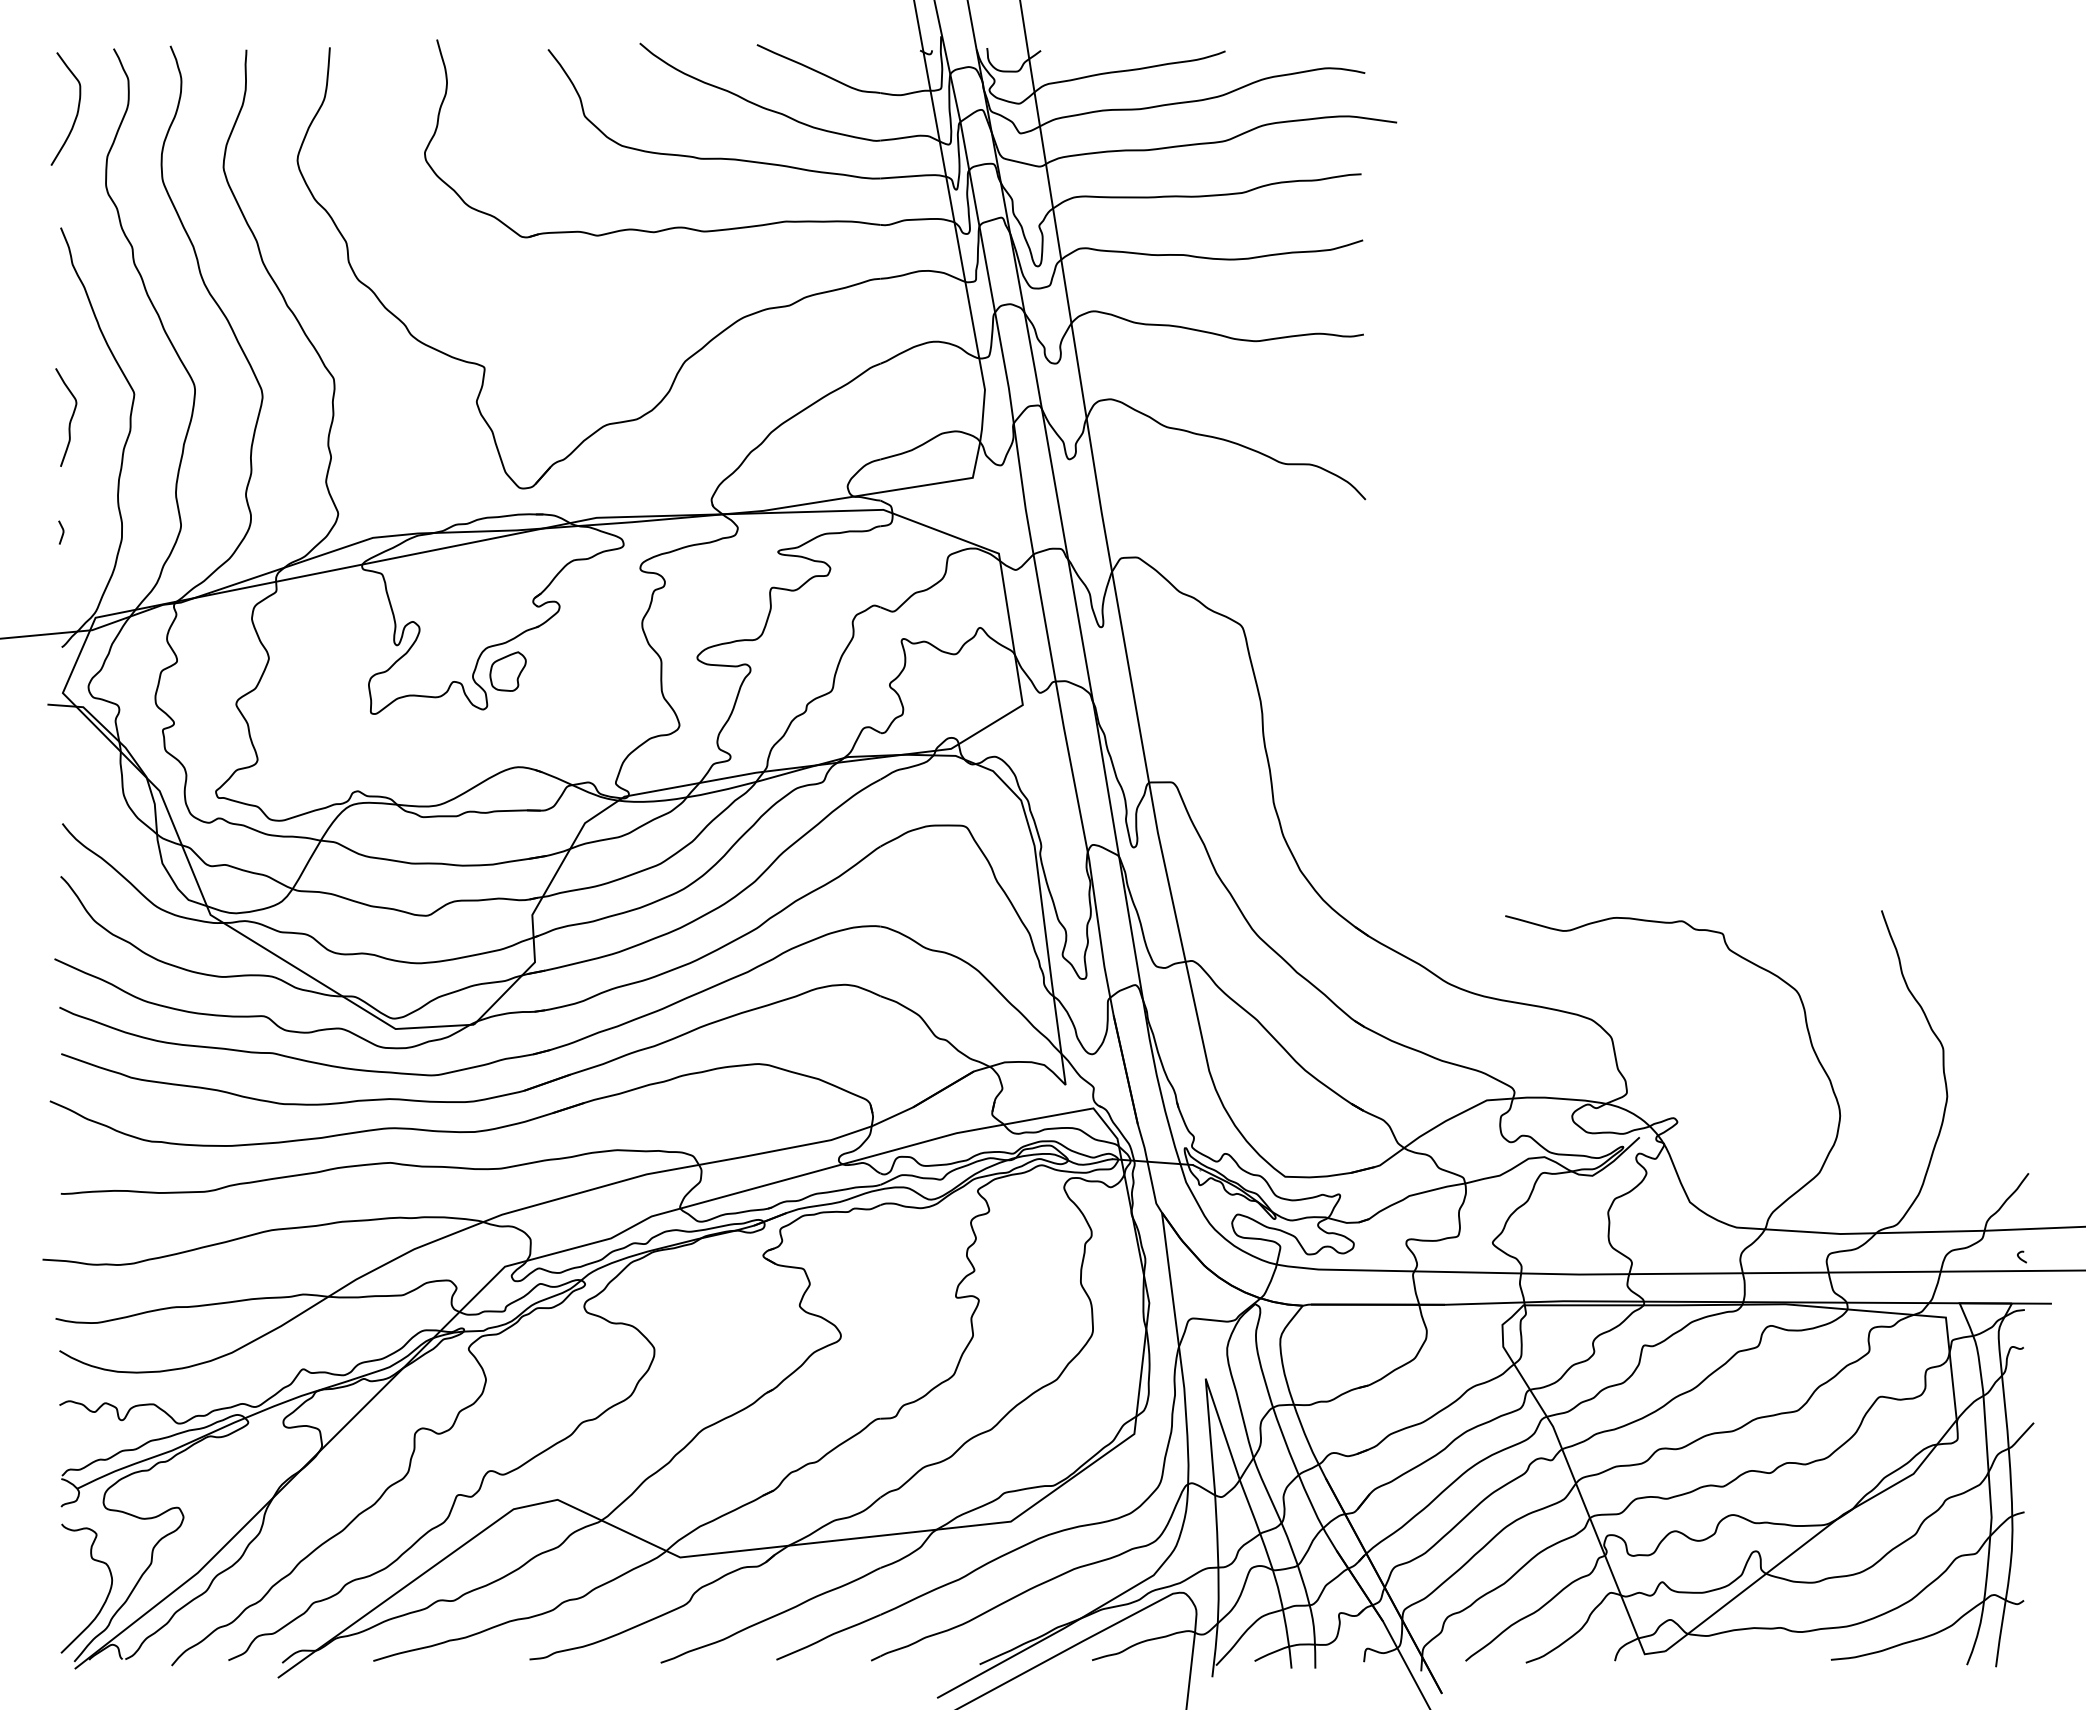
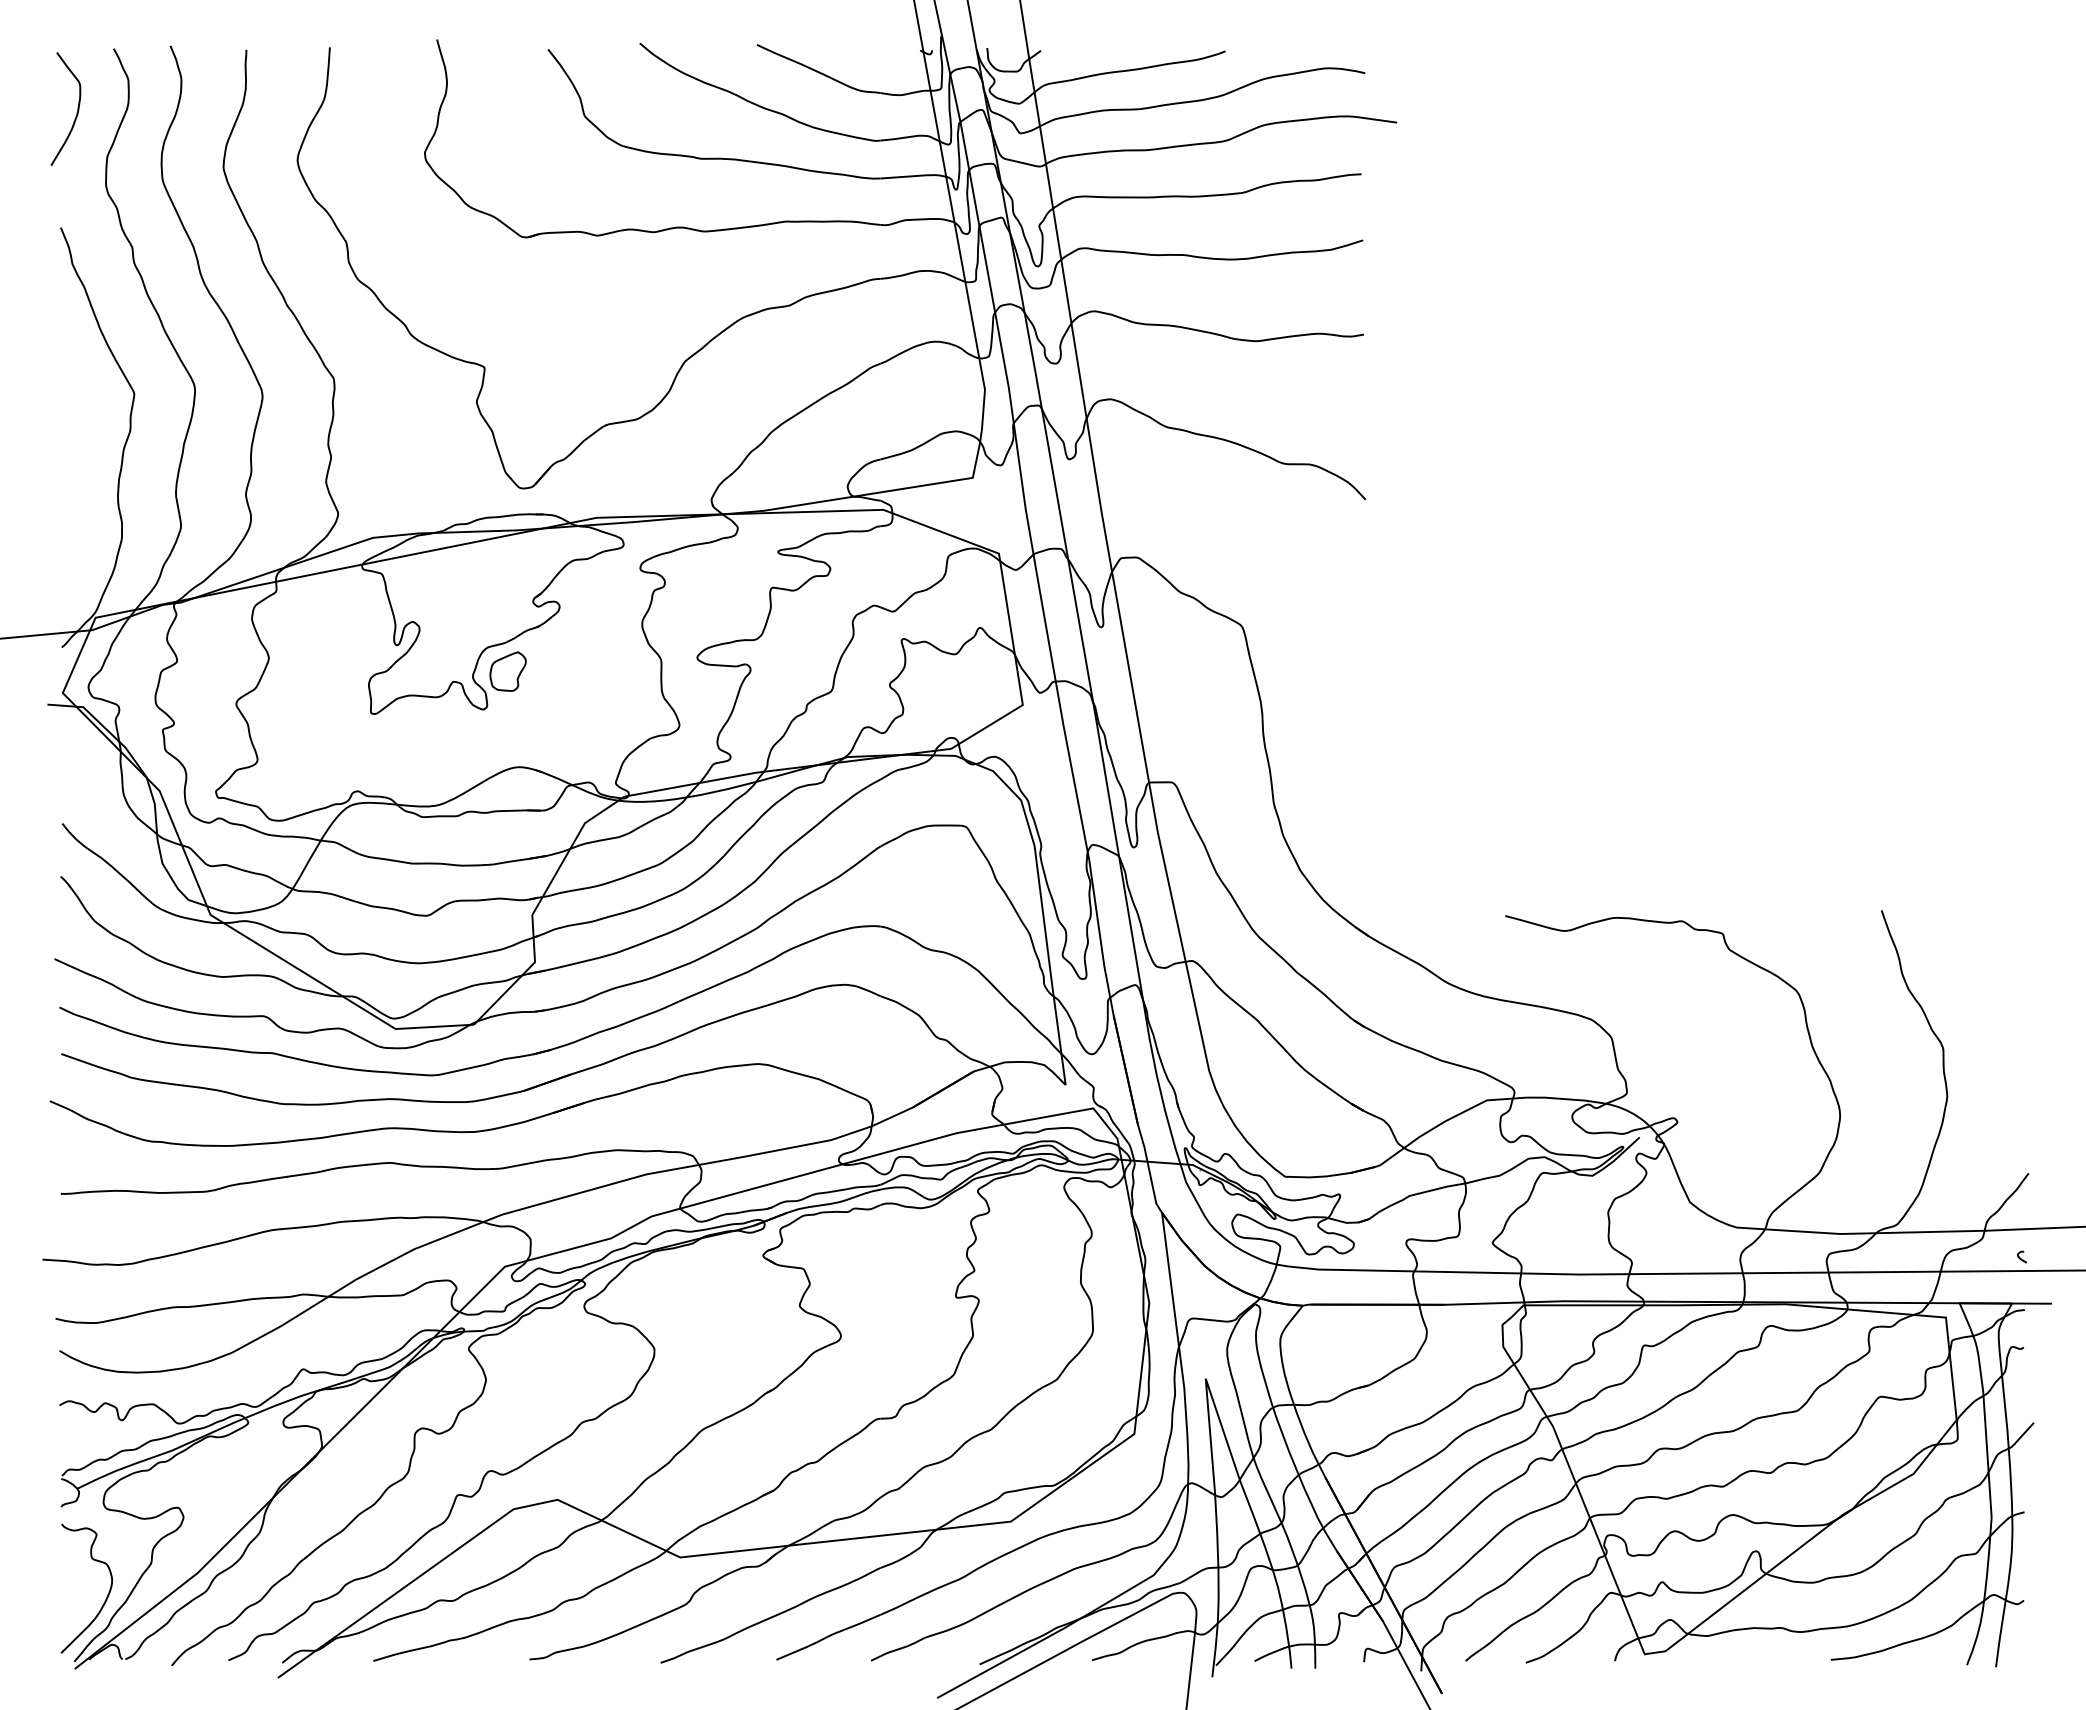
curve at (70, 418): present -> none
curve at (62, 532): present -> none
